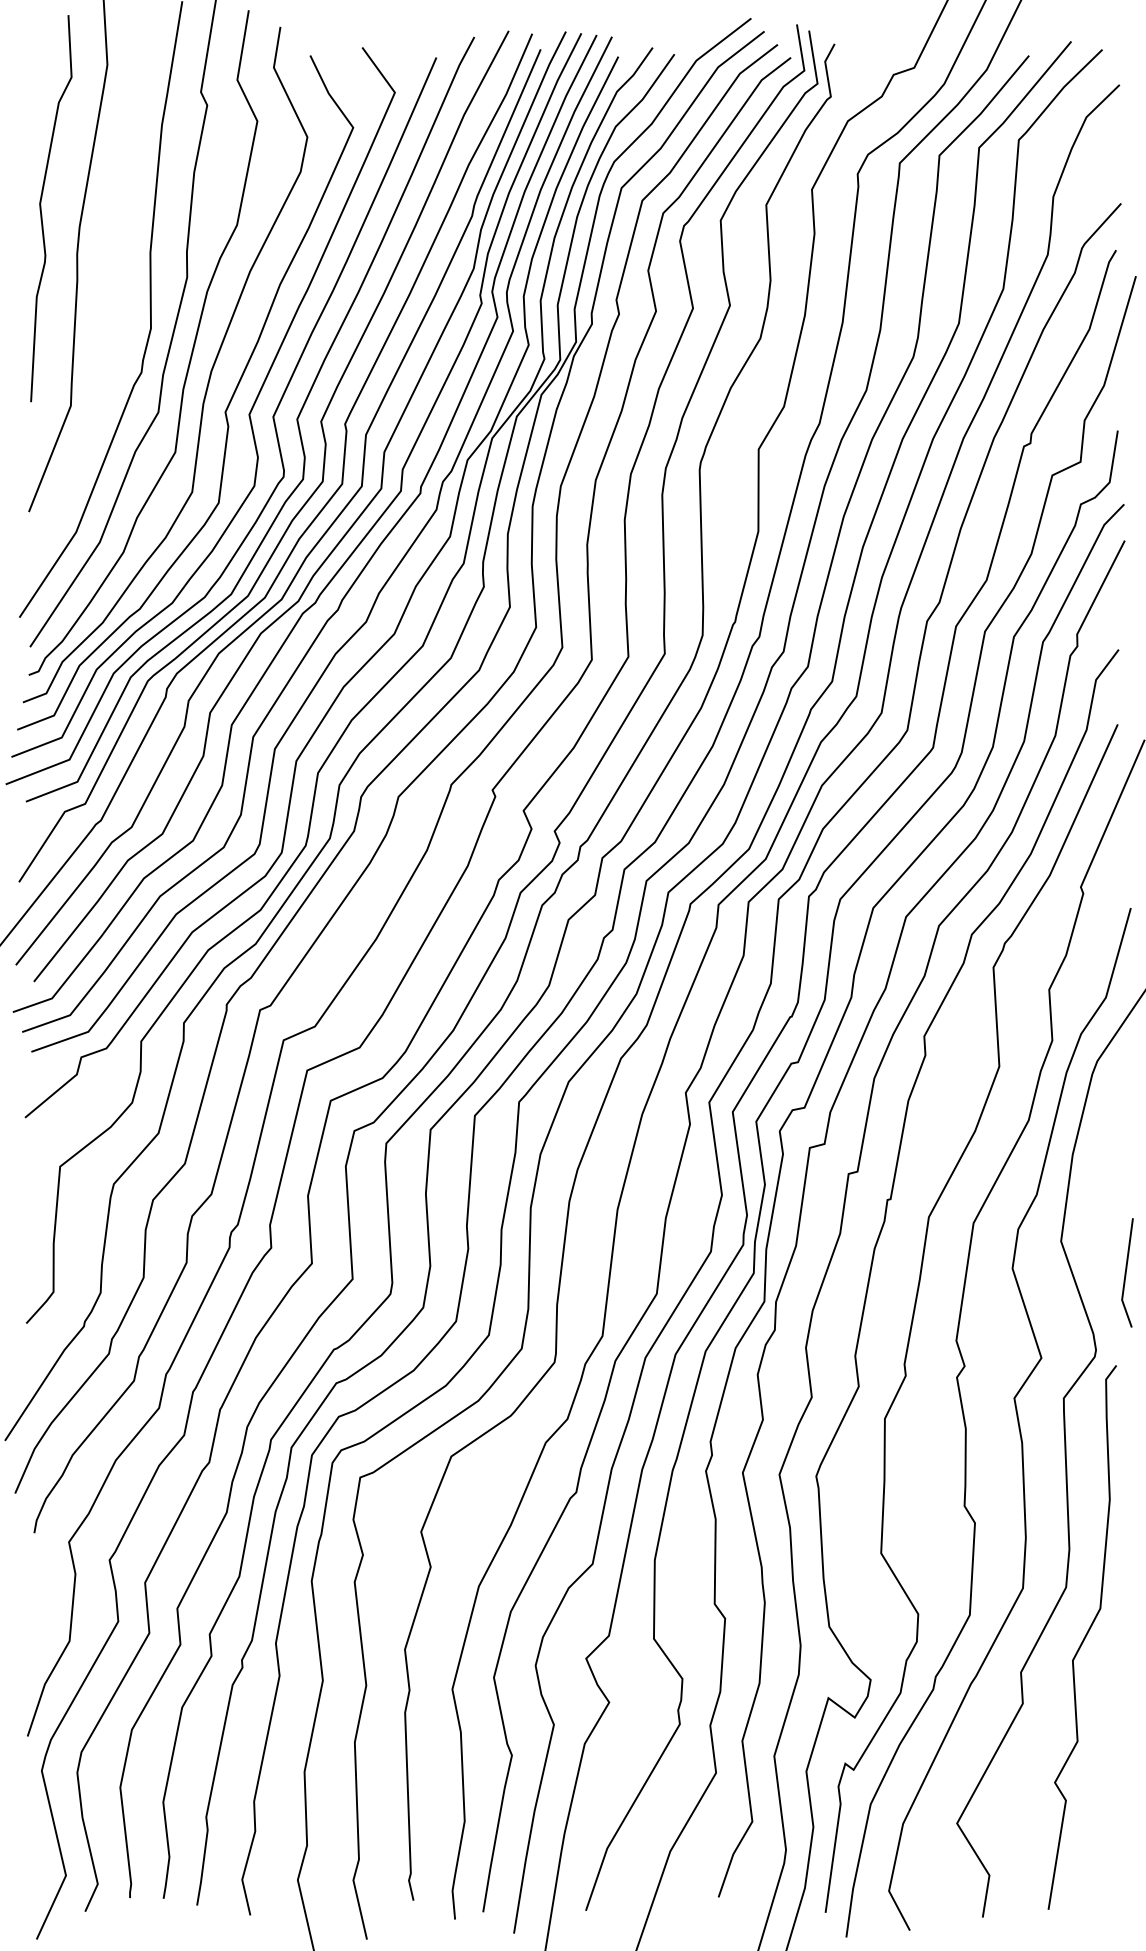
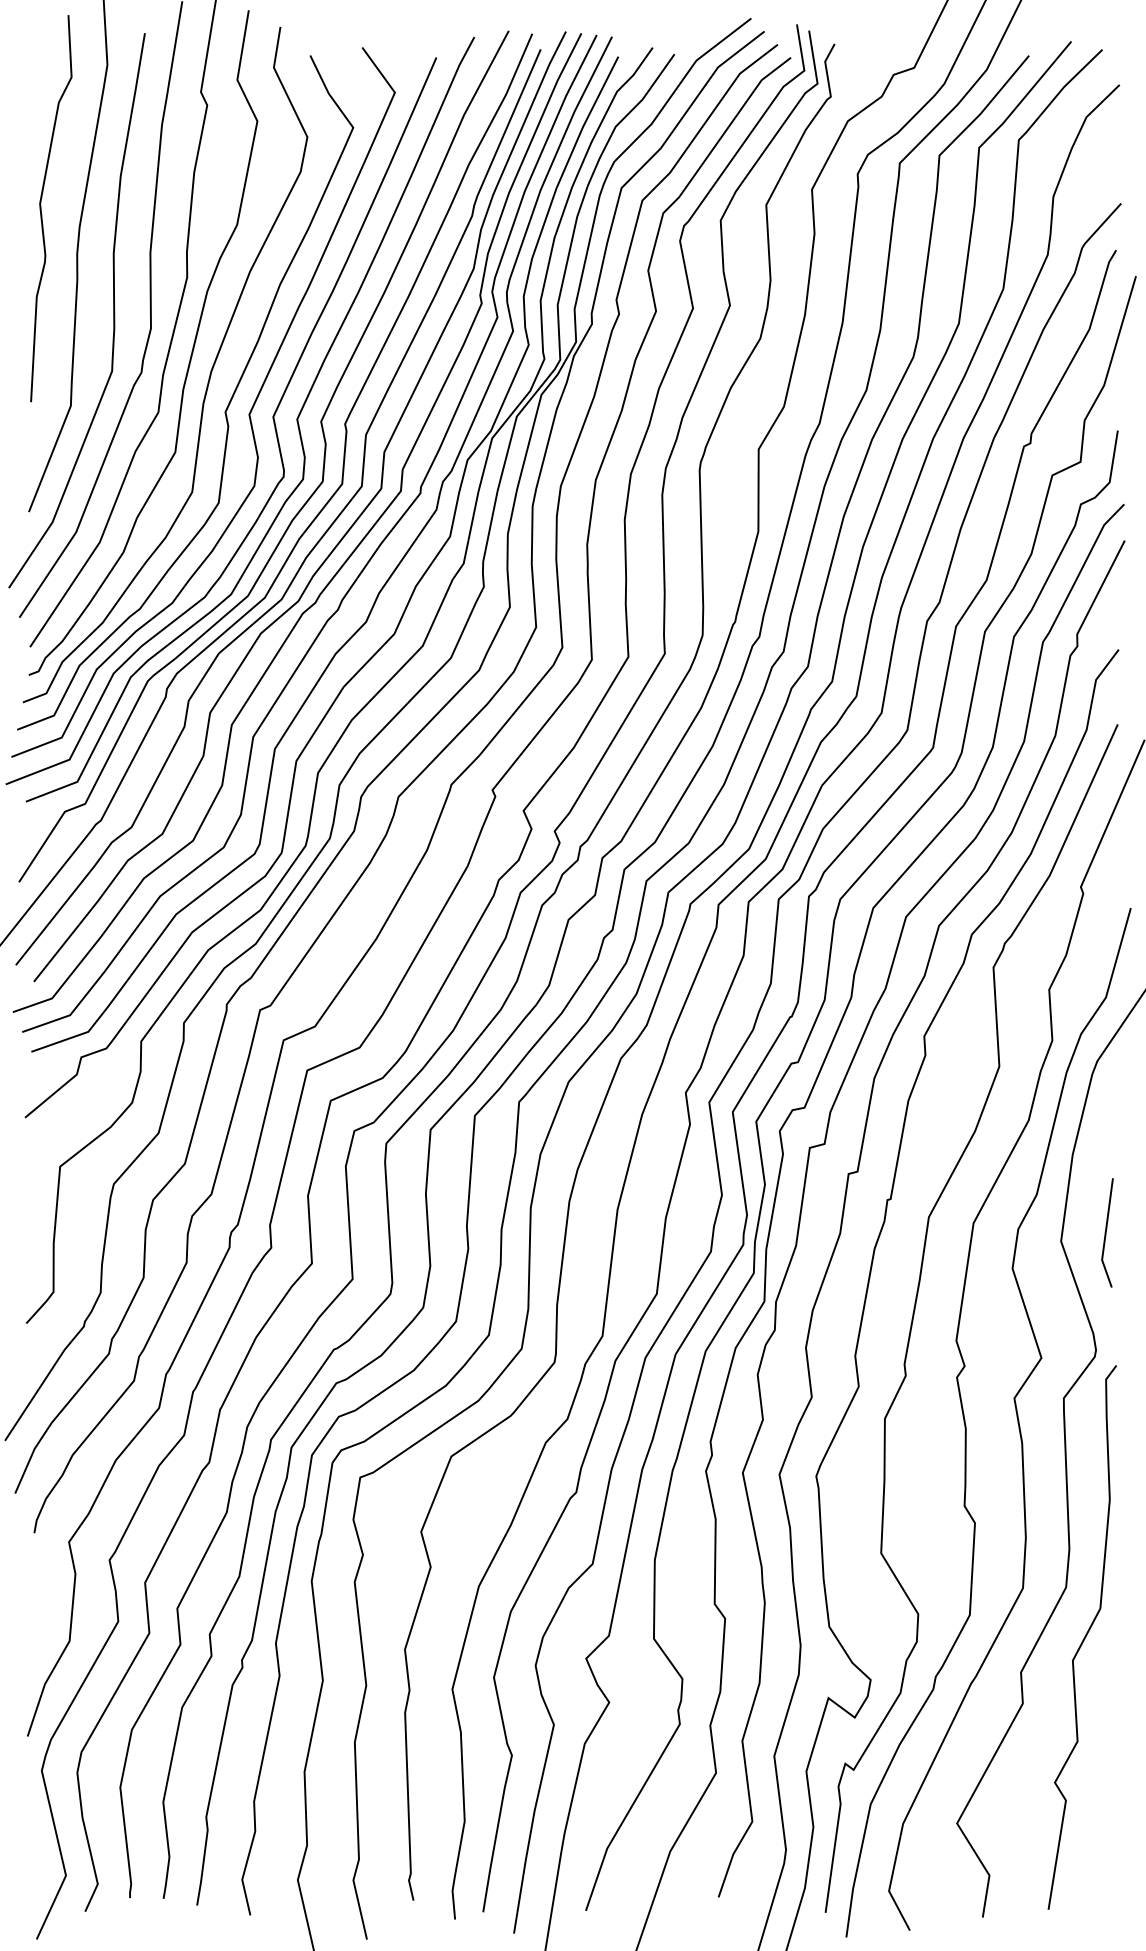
curve at (113, 310): none -> present
line at (1126, 1272) position: (1126, 1272) -> (1106, 1232)
